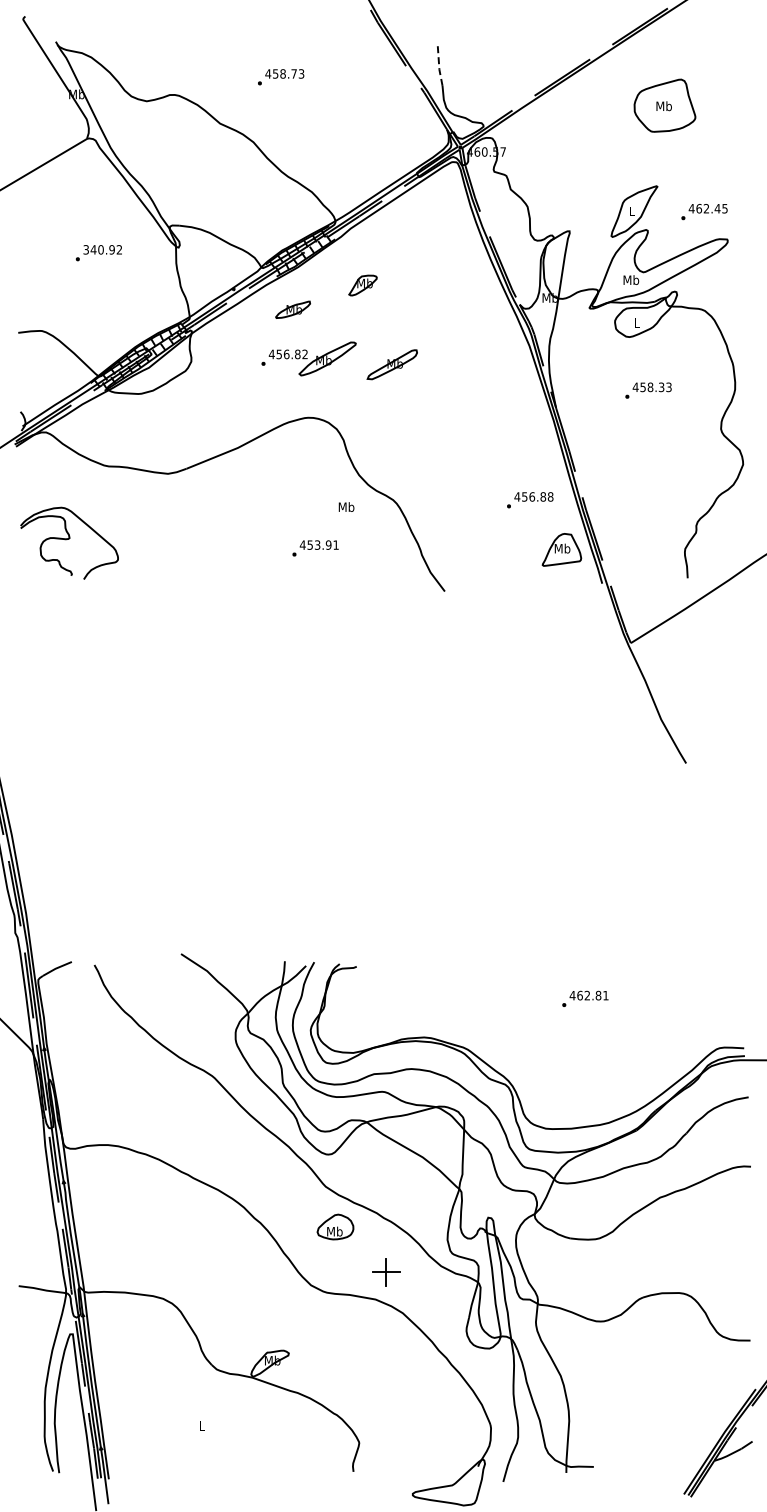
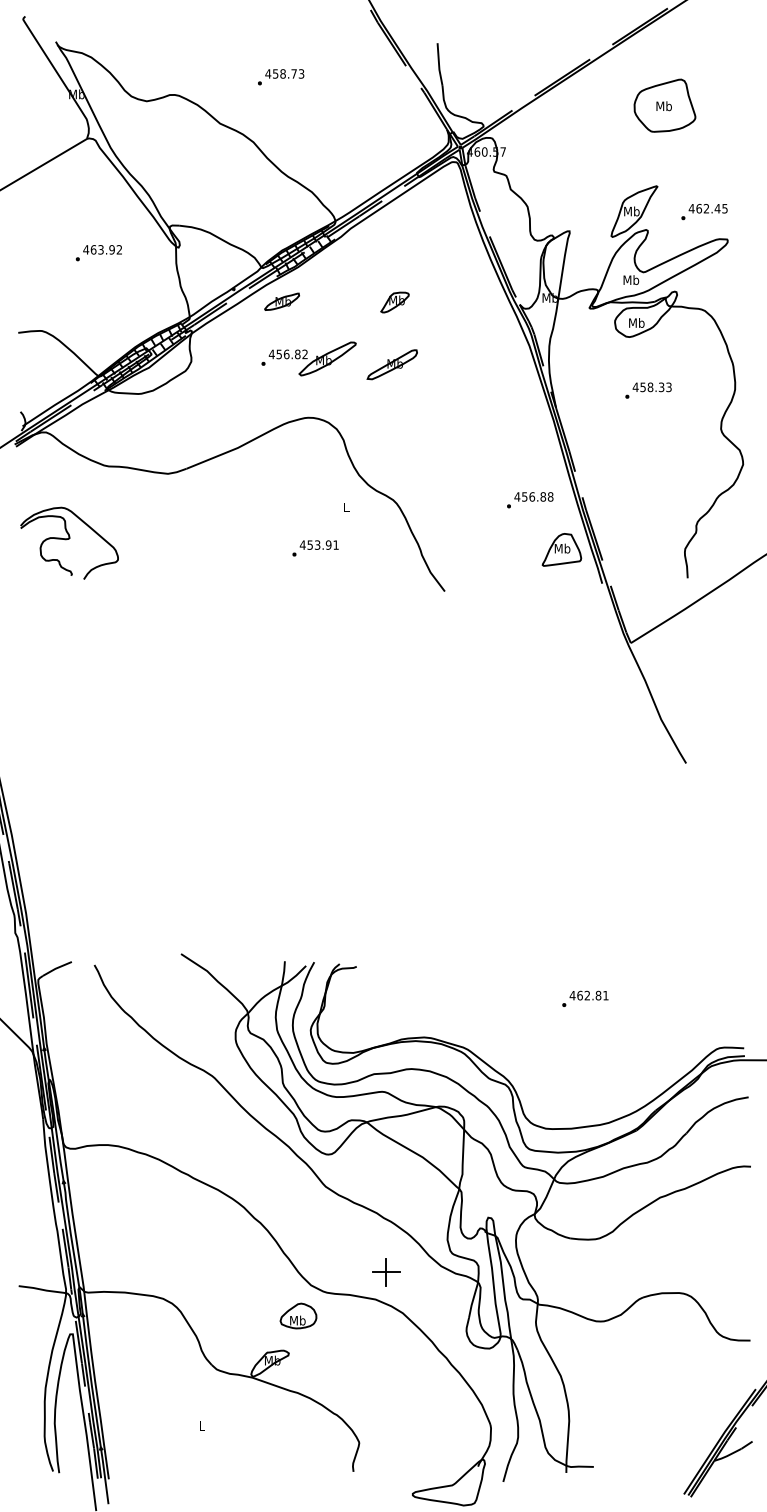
line at (439, 64): dashed -> solid
text at (631, 211): L -> Mb
text at (93, 249): 340.92 -> 463.92
part at (362, 285) position: (362, 285) -> (394, 302)
part at (292, 309) position: (292, 309) -> (281, 301)
text at (636, 322): L -> Mb
text at (346, 506): Mb -> L
part at (335, 1226) position: (335, 1226) -> (298, 1315)
